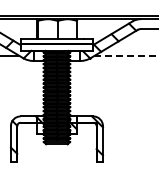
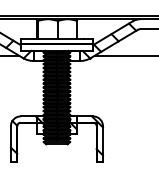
line at (126, 55): dashed -> solid
